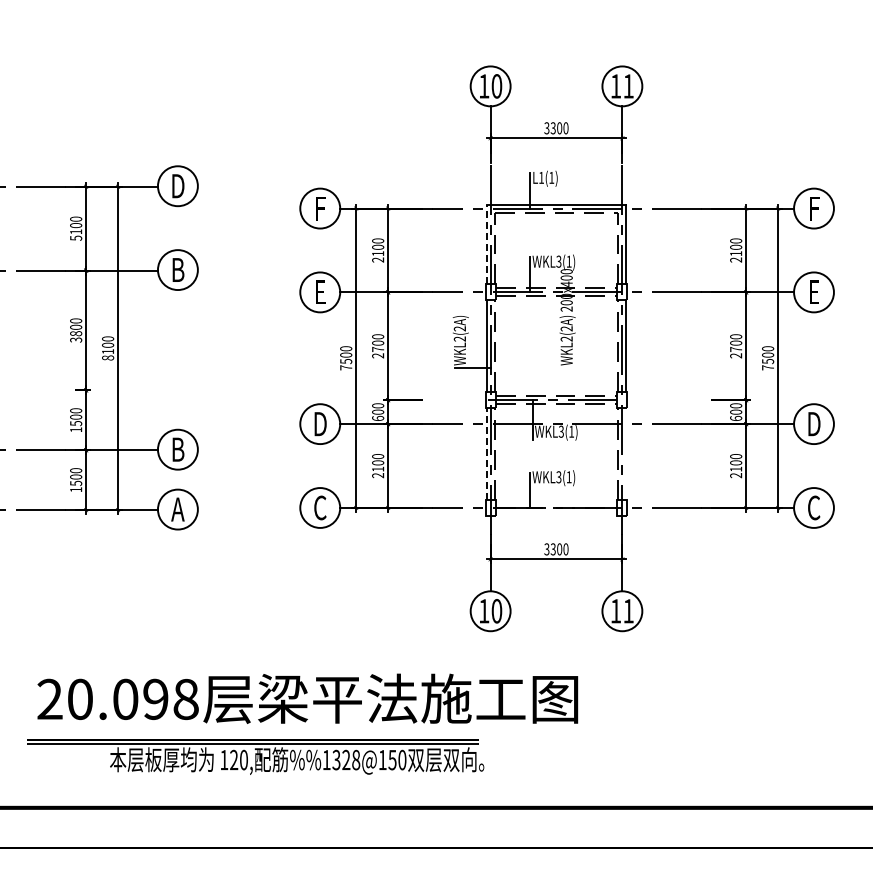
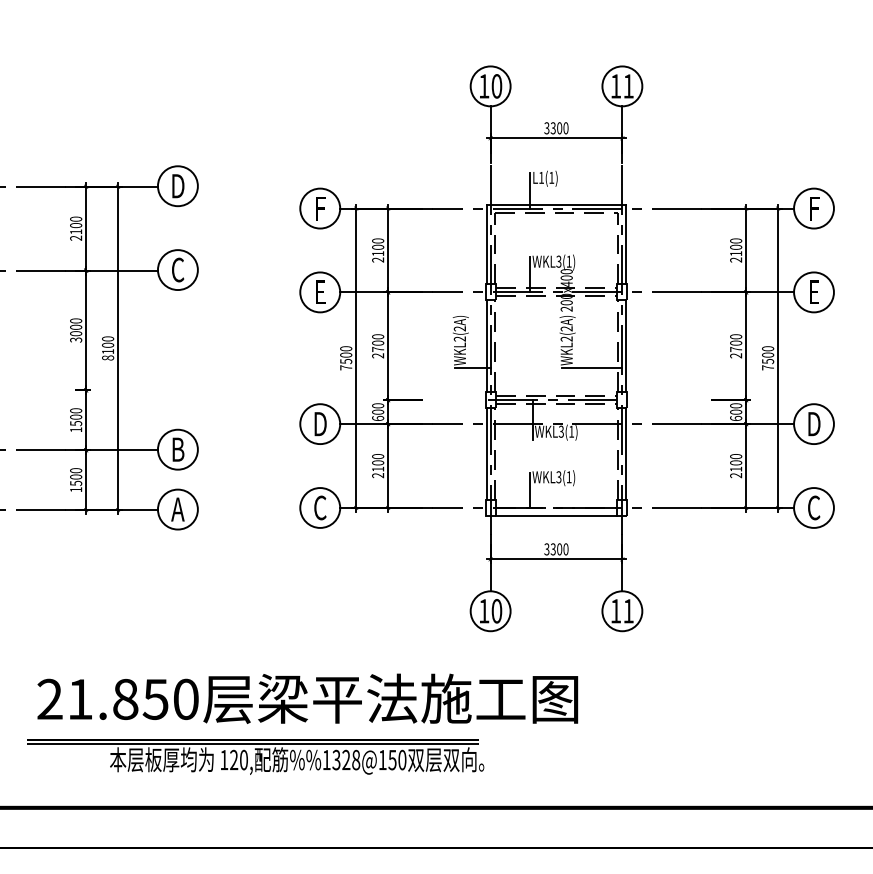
text at (76, 237): 5100 -> 2100
line at (486, 244): dashed -> solid
text at (178, 269): B -> C
text at (75, 333): 3800 -> 3000
line at (592, 367): none -> present
line at (486, 454): dashed -> solid
line at (626, 454): none -> present
line at (556, 515): none -> present
text at (133, 699): 20.098 -> 21.850
